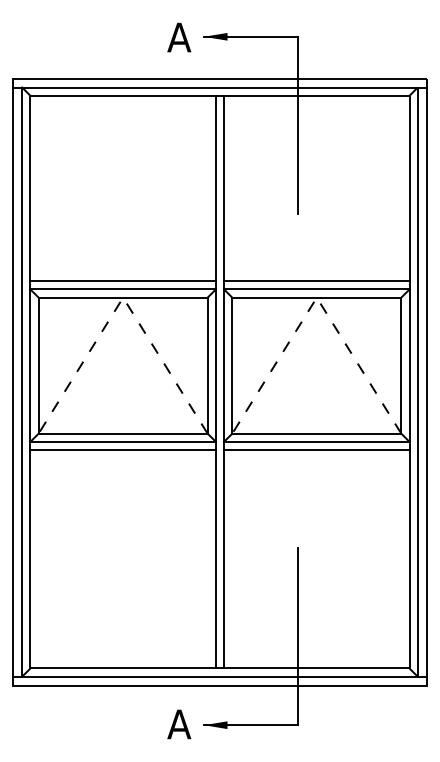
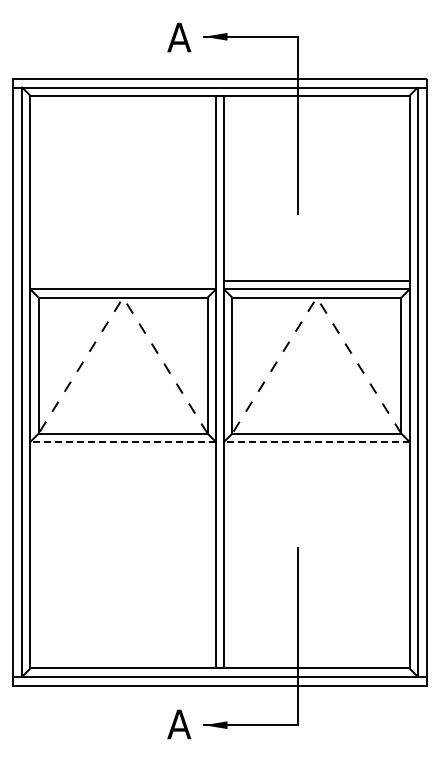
line at (122, 281): present -> none
line at (123, 441): solid -> dashed
line at (316, 441): solid -> dashed
line at (122, 450): present -> none
line at (316, 450): present -> none
